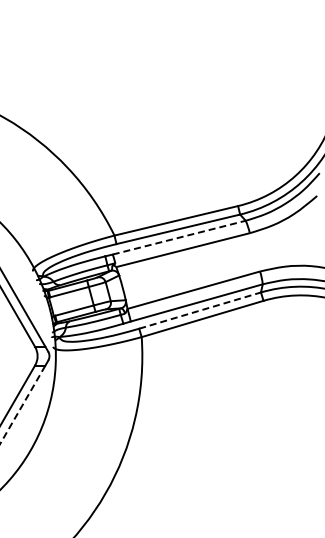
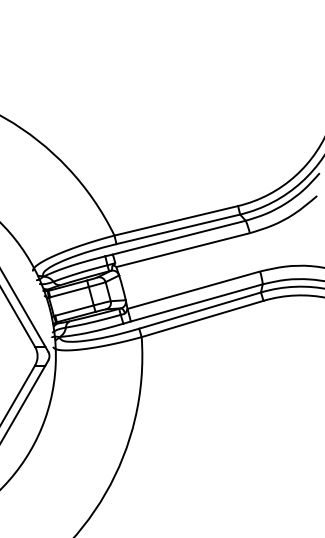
line at (179, 237): dashed -> solid
line at (200, 310): dashed -> solid
line at (22, 405): dashed -> solid
